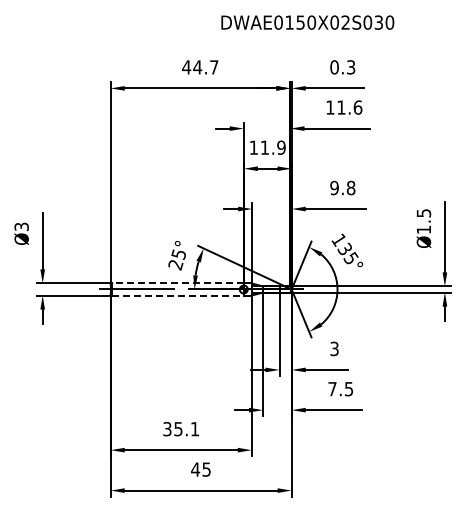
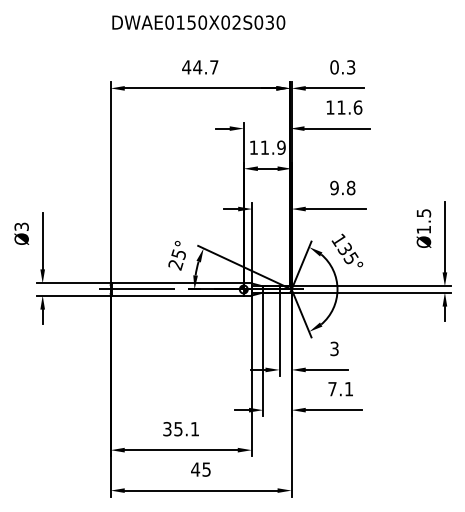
text at (307, 22) position: (307, 22) -> (198, 22)
line at (178, 283): dashed -> solid
line at (178, 295): dashed -> solid
text at (349, 389): 7.5 -> 7.1
